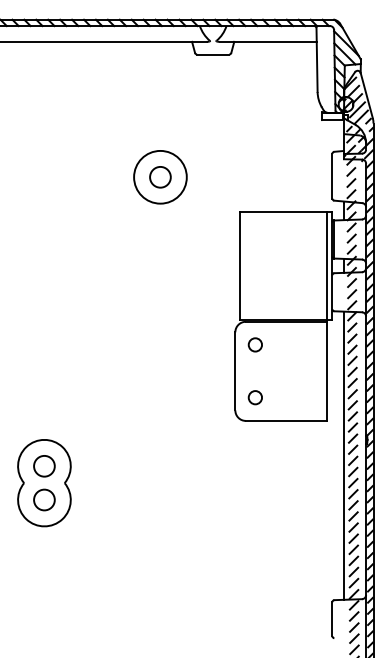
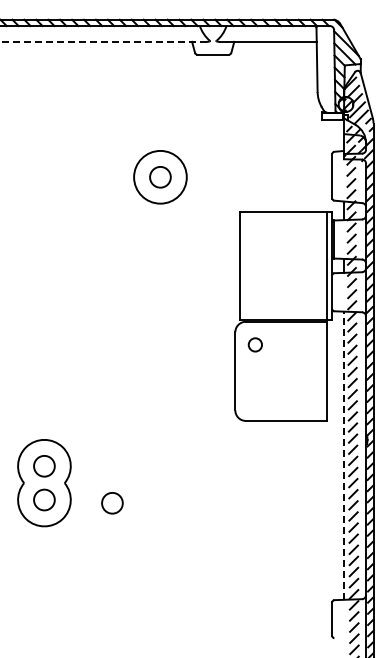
line at (102, 41): solid -> dashed
circle at (254, 397): present -> none
line at (343, 455): solid -> dashed
circle at (112, 503): none -> present
